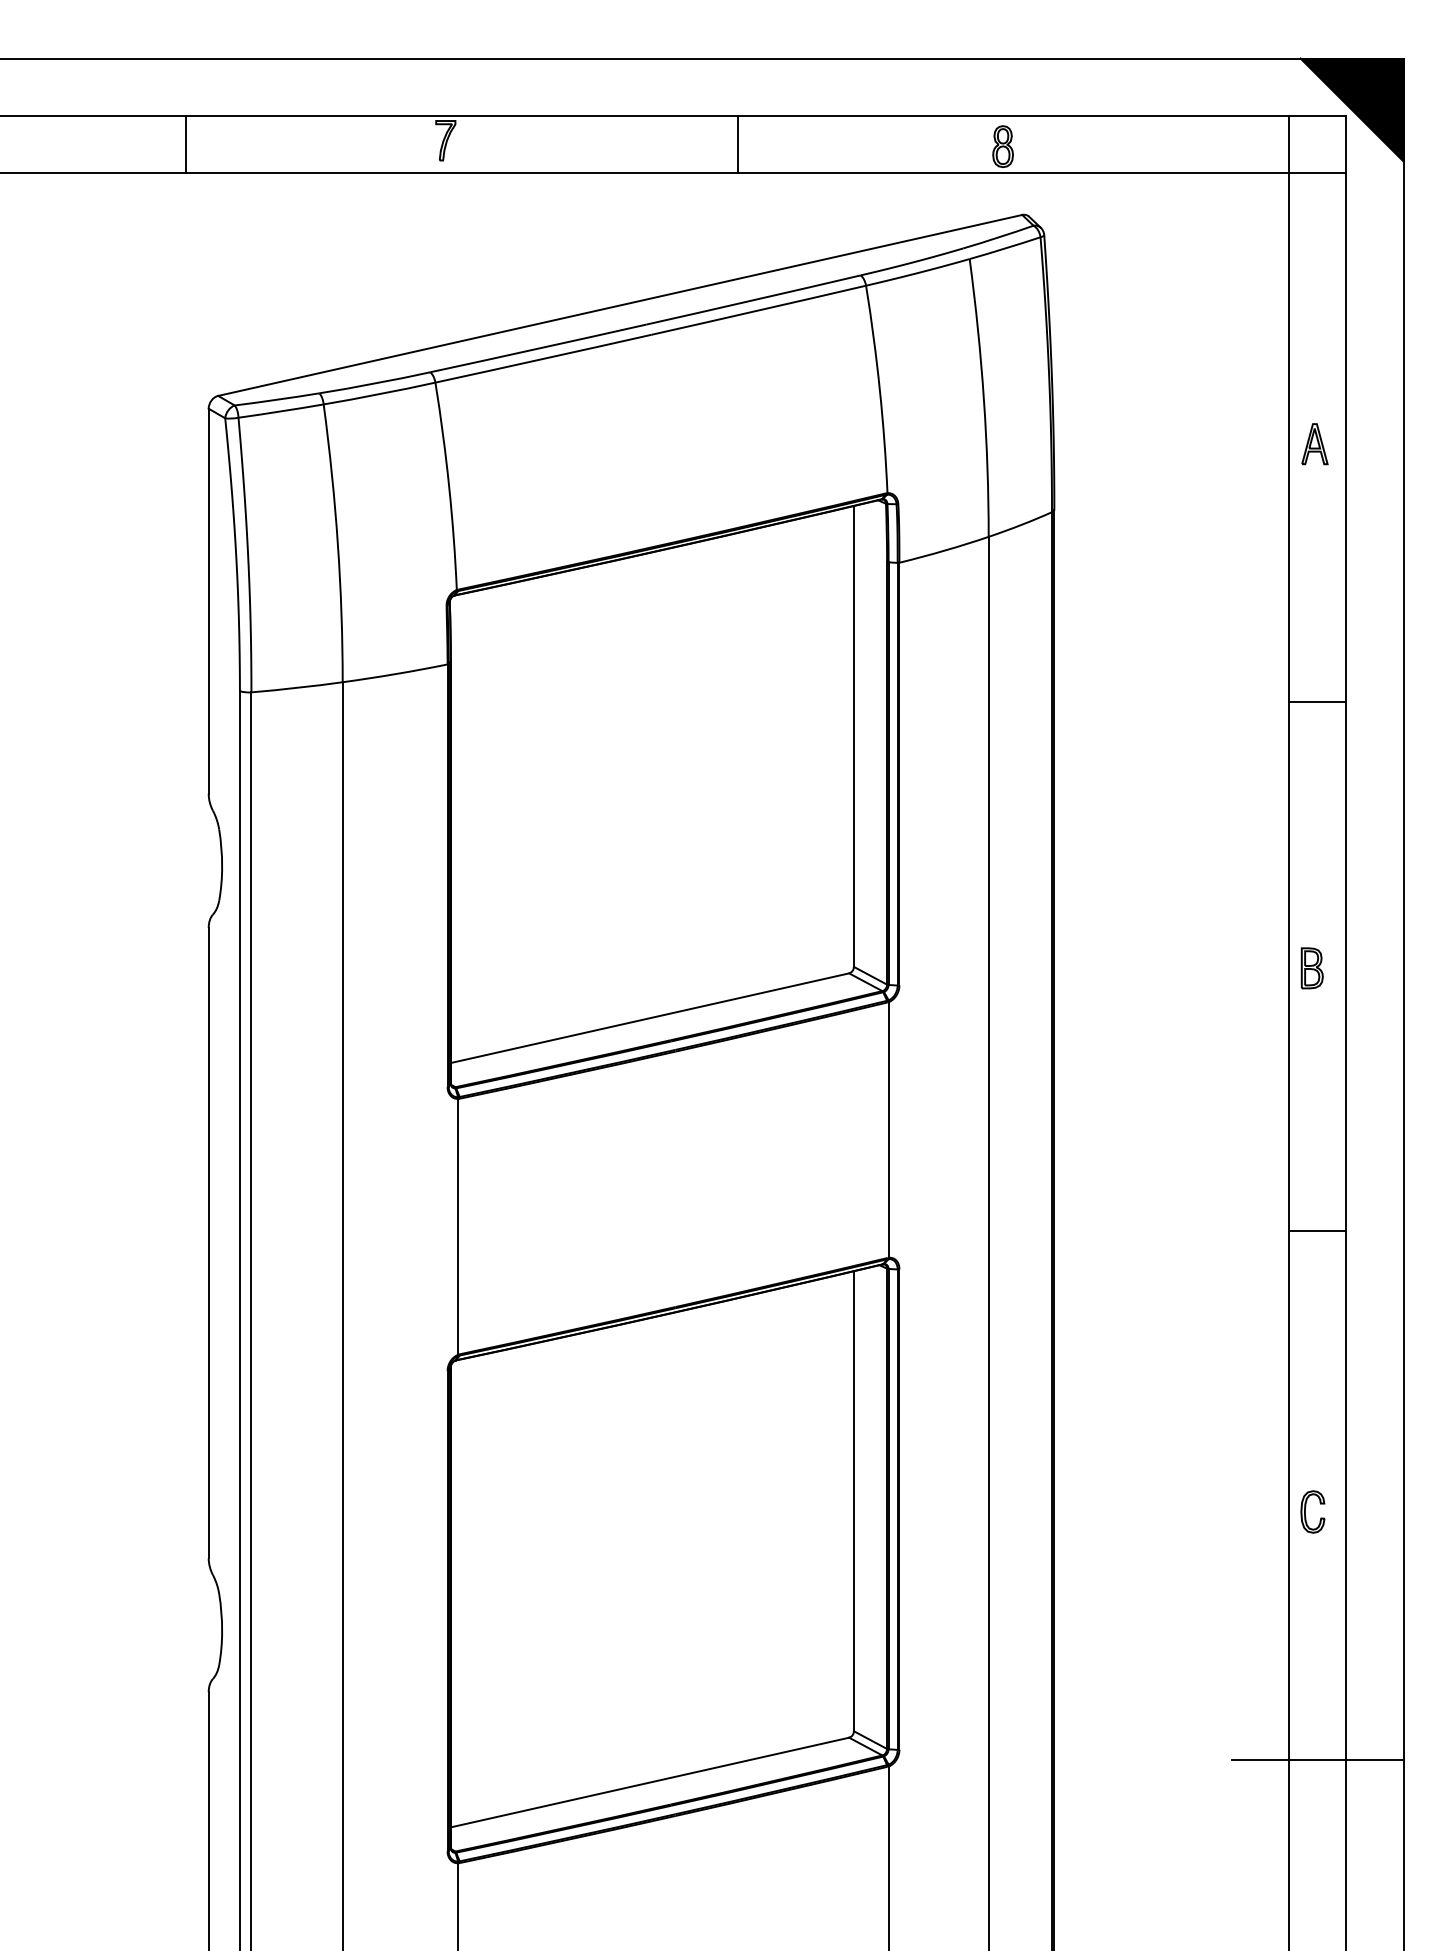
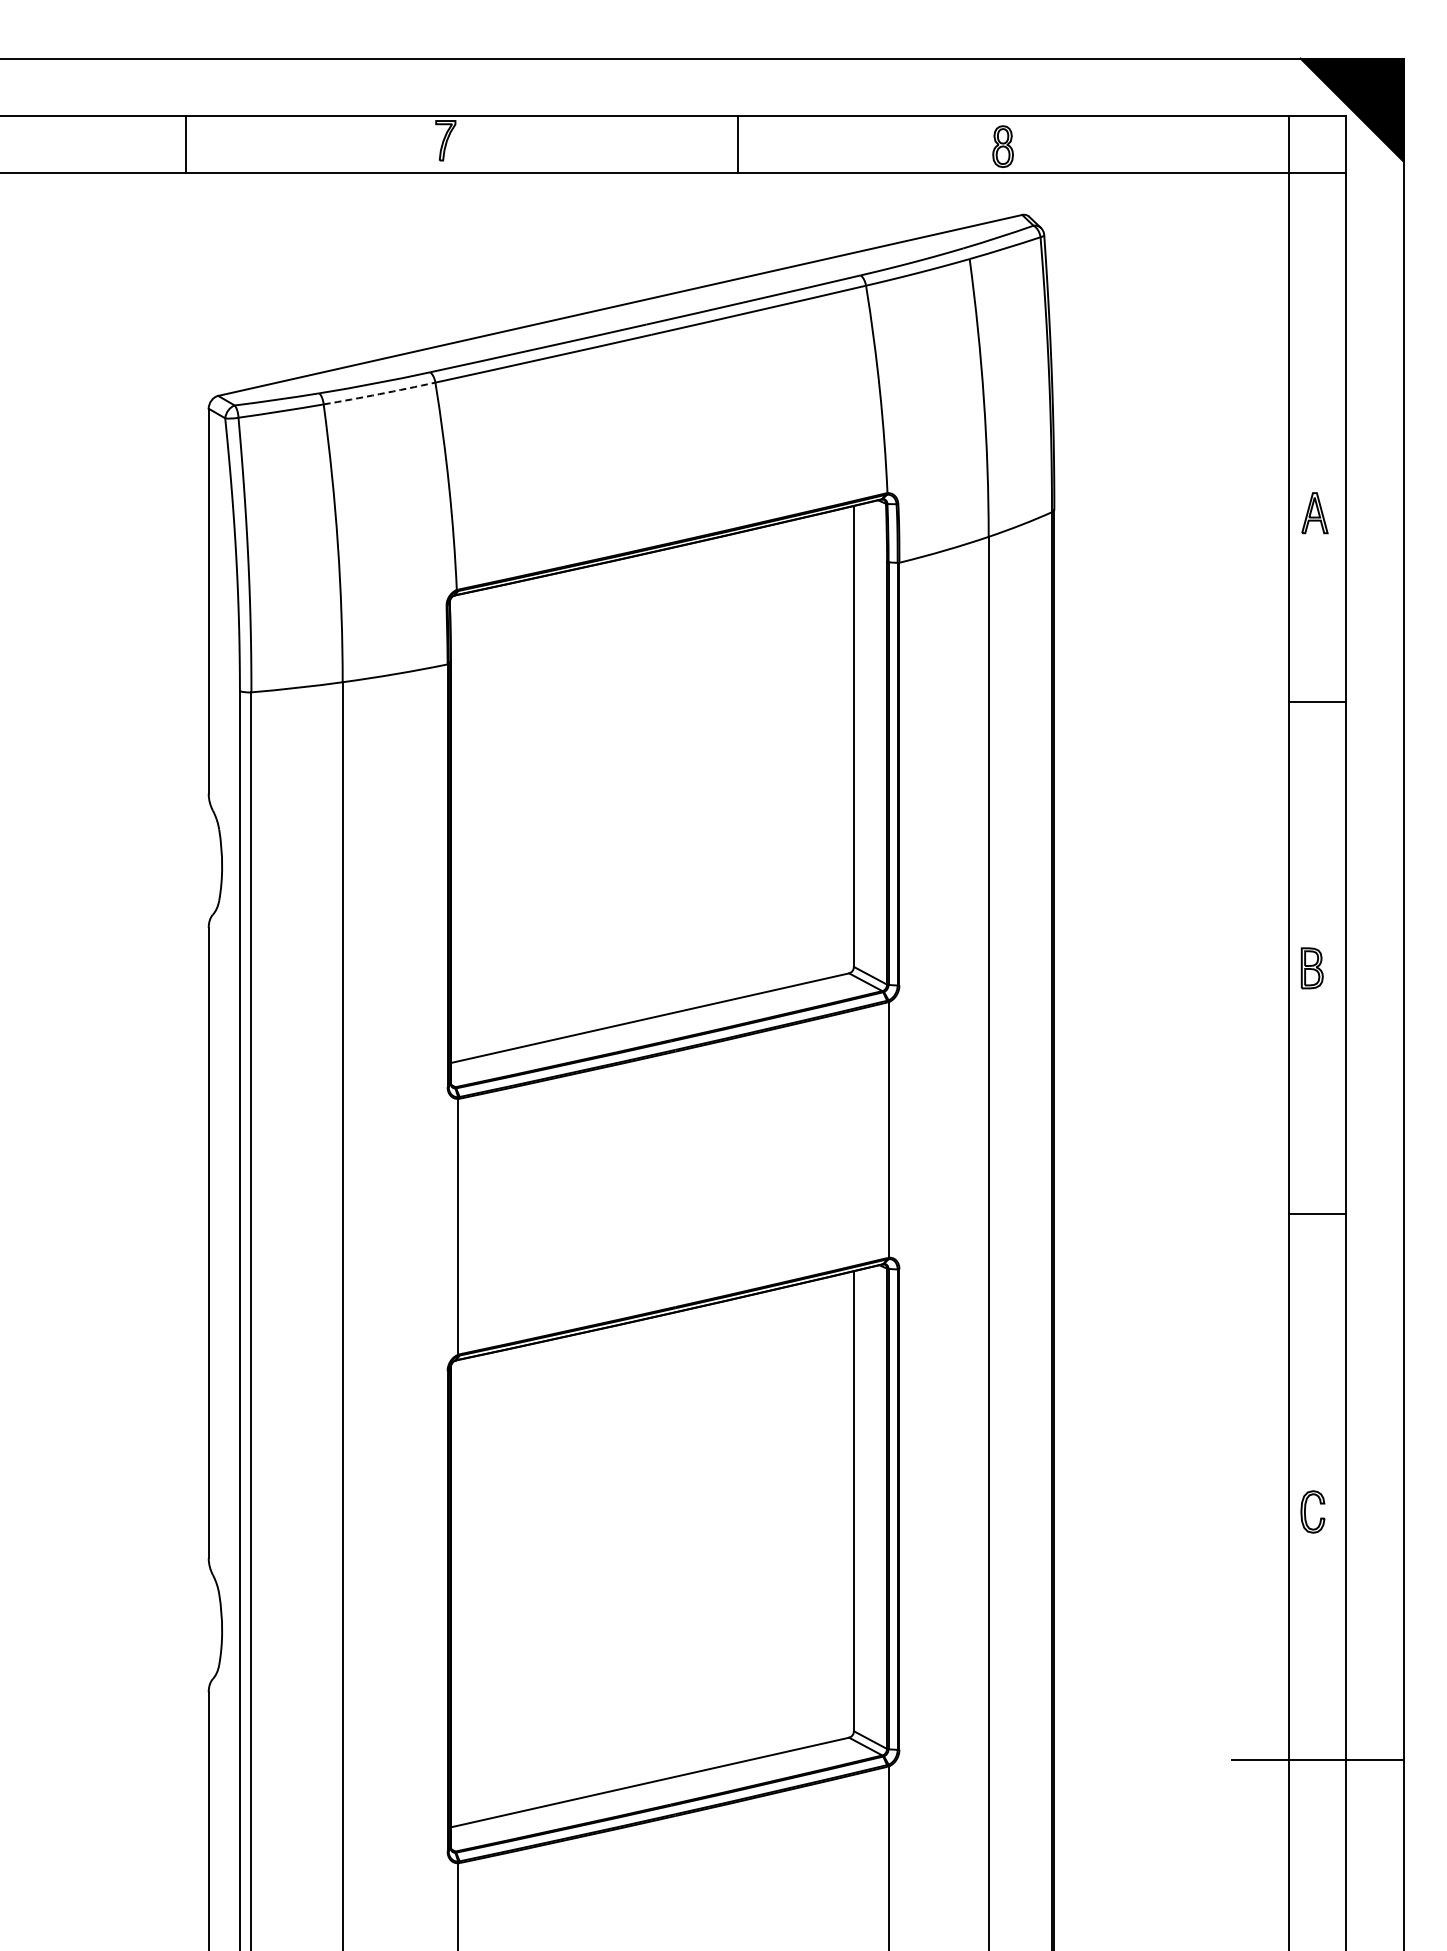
arc at (379, 394): solid -> dashed
part at (1314, 444) position: (1314, 444) -> (1314, 513)
line at (1317, 1230) position: (1317, 1230) -> (1317, 1213)
